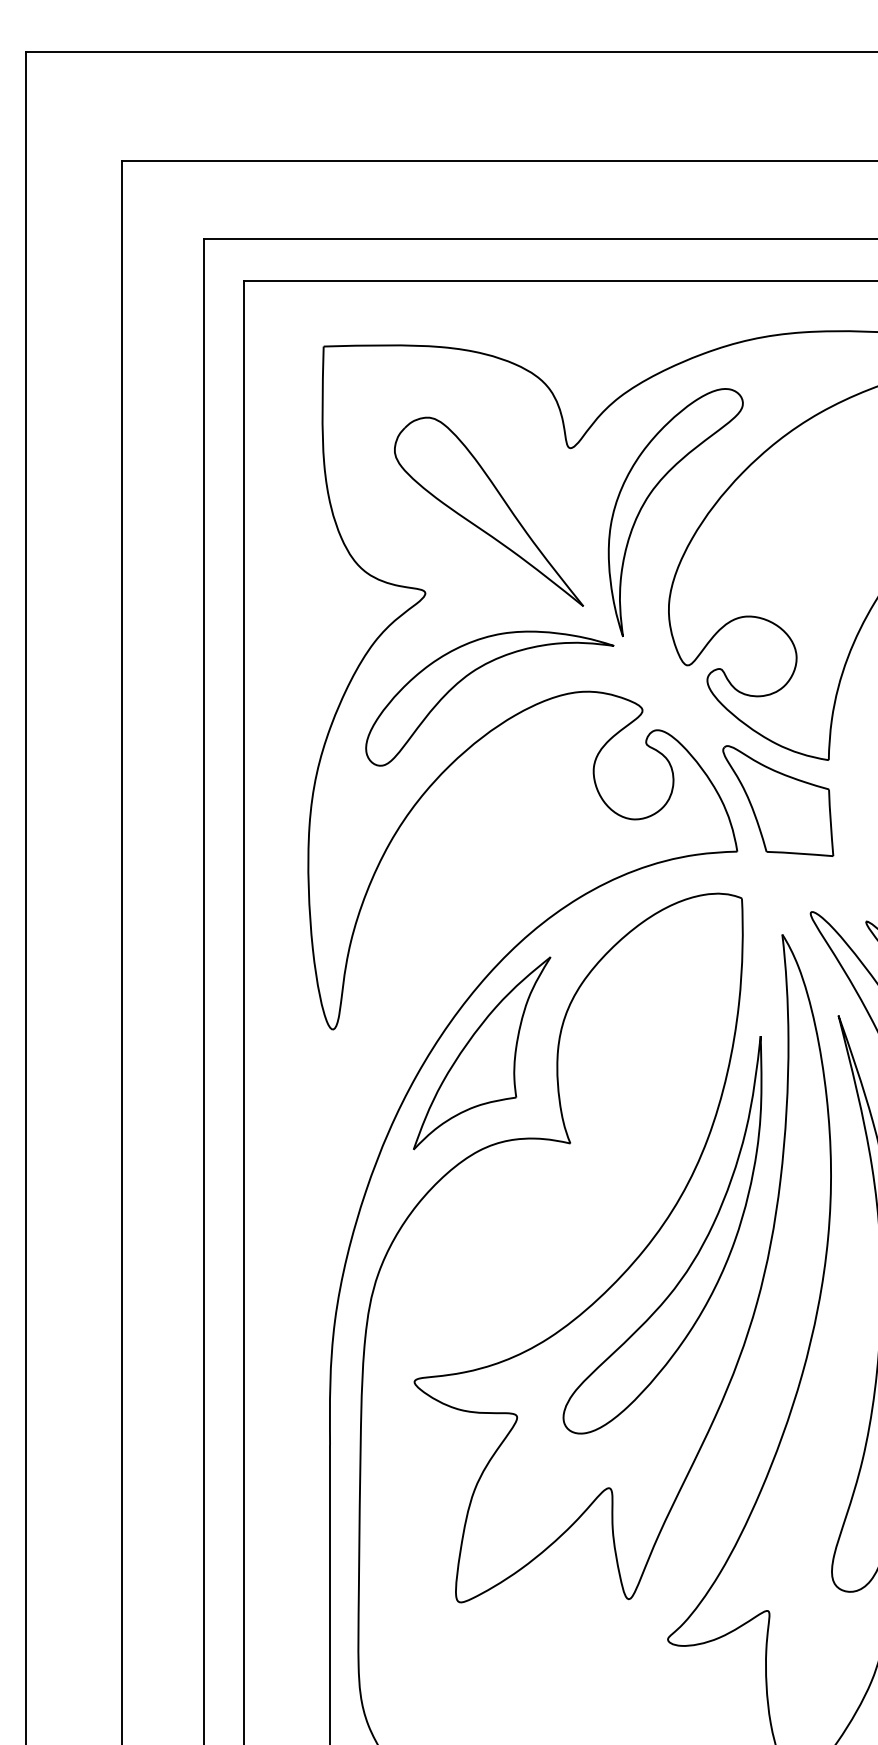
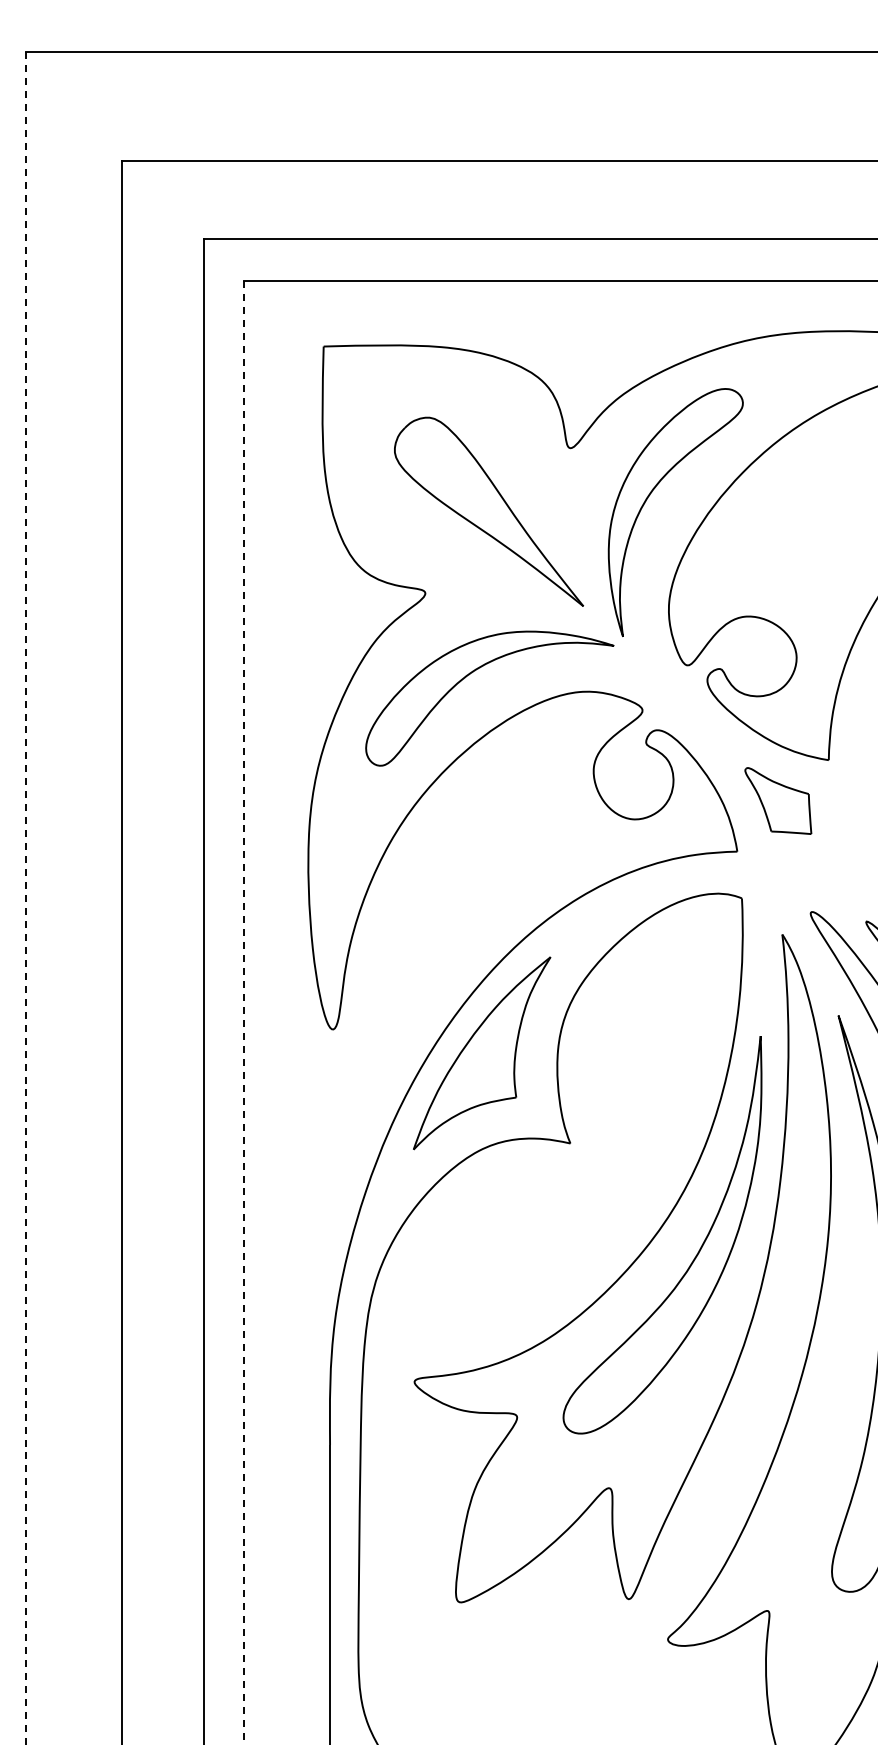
part at (778, 800) size: 113x112 px -> 69x68 px
line at (26, 898): solid -> dashed
line at (243, 1013): solid -> dashed
